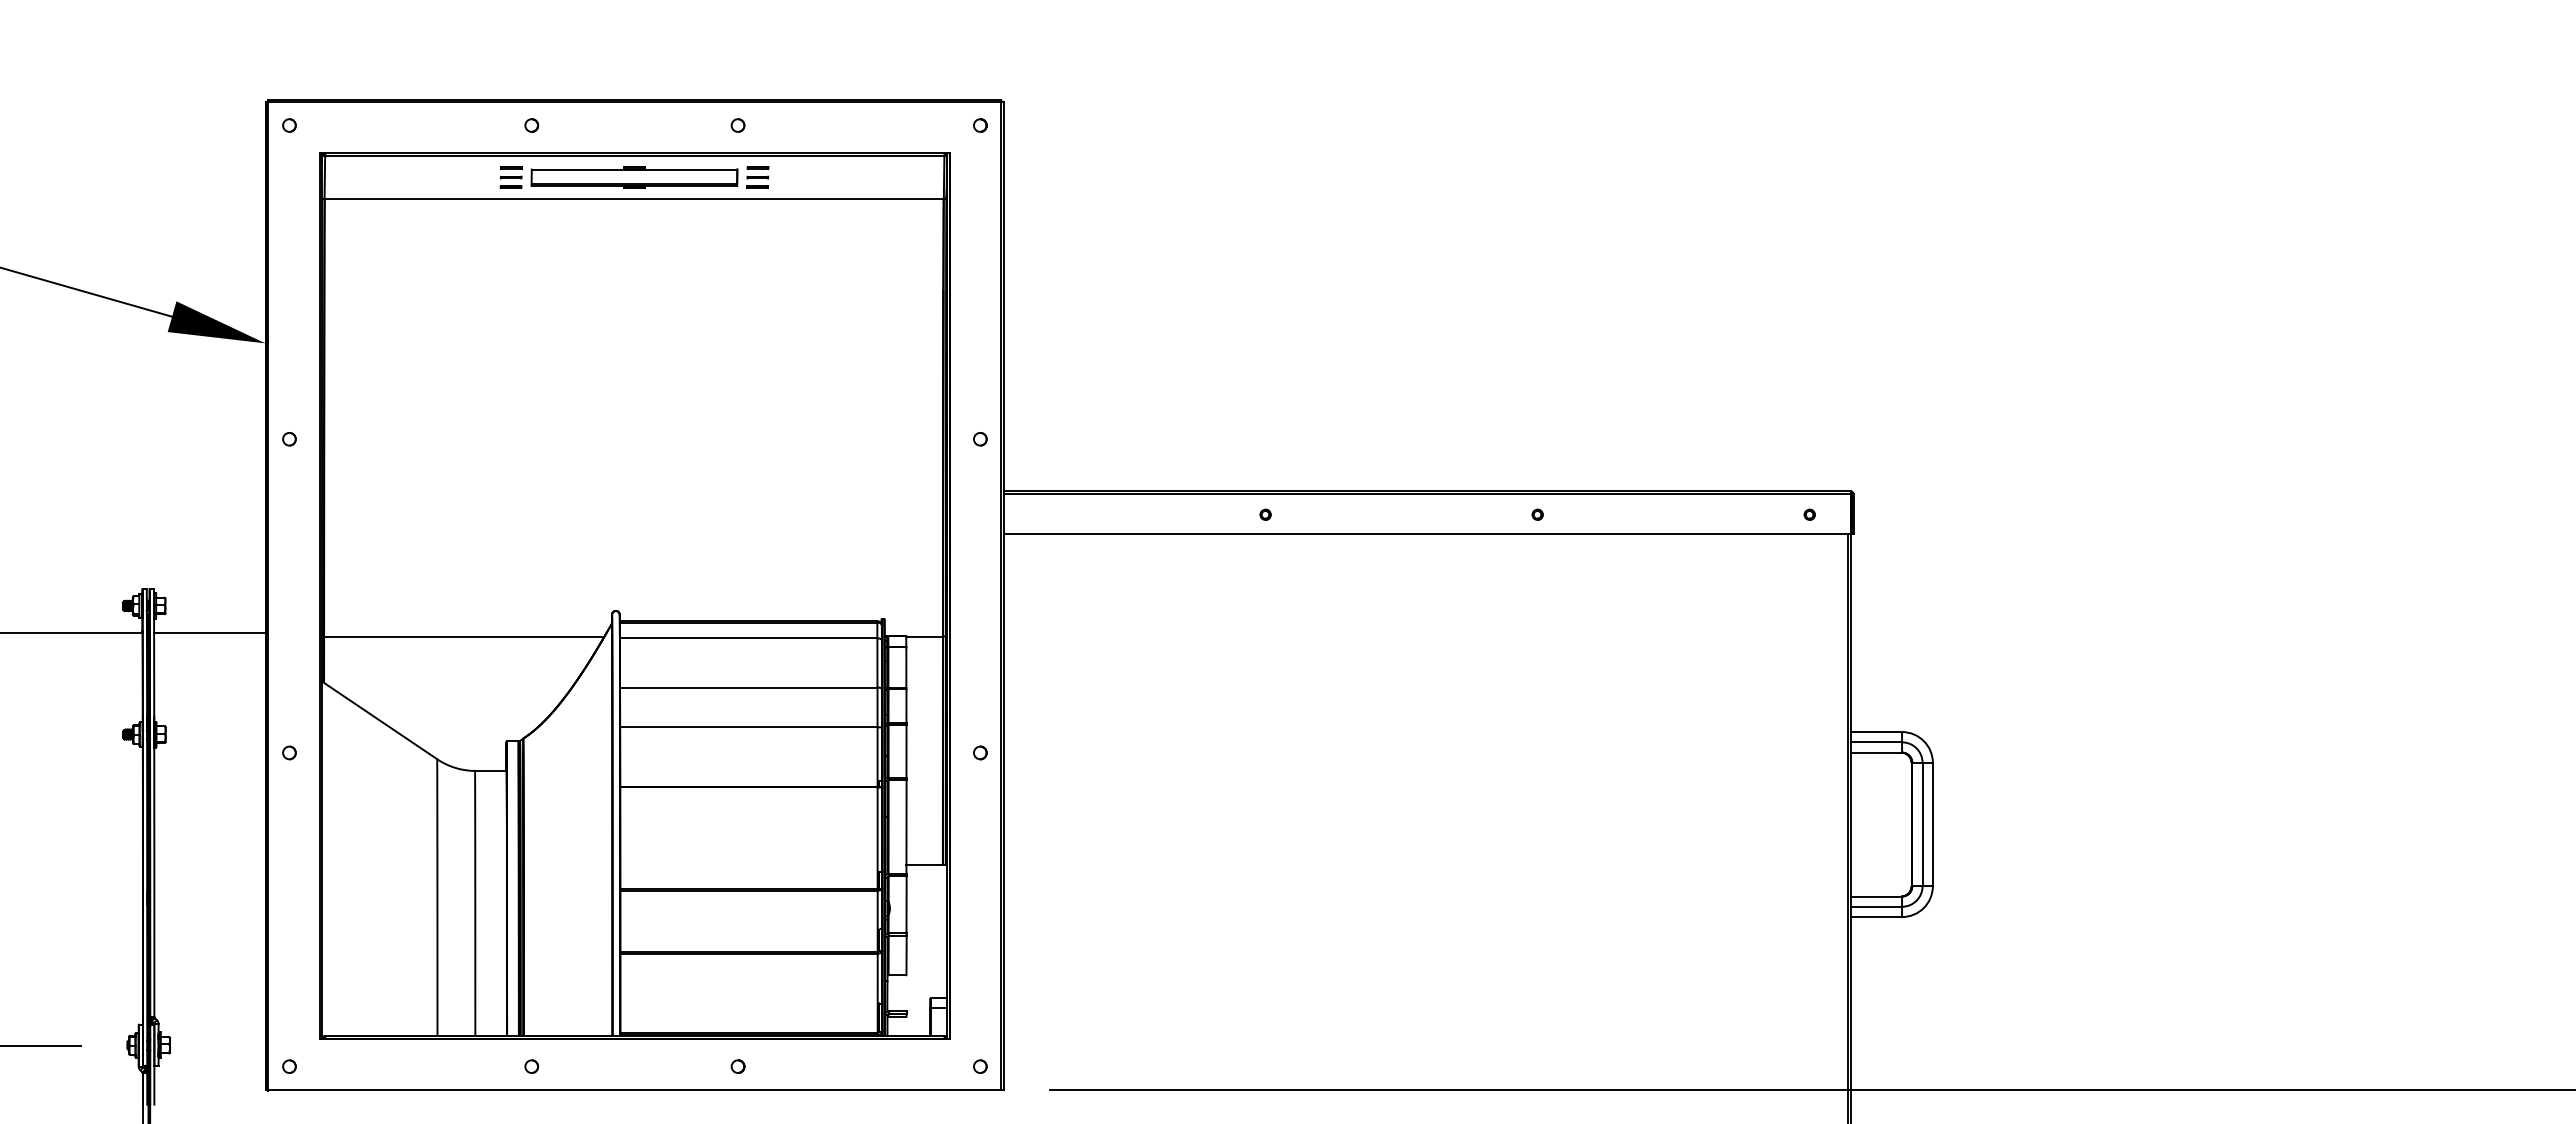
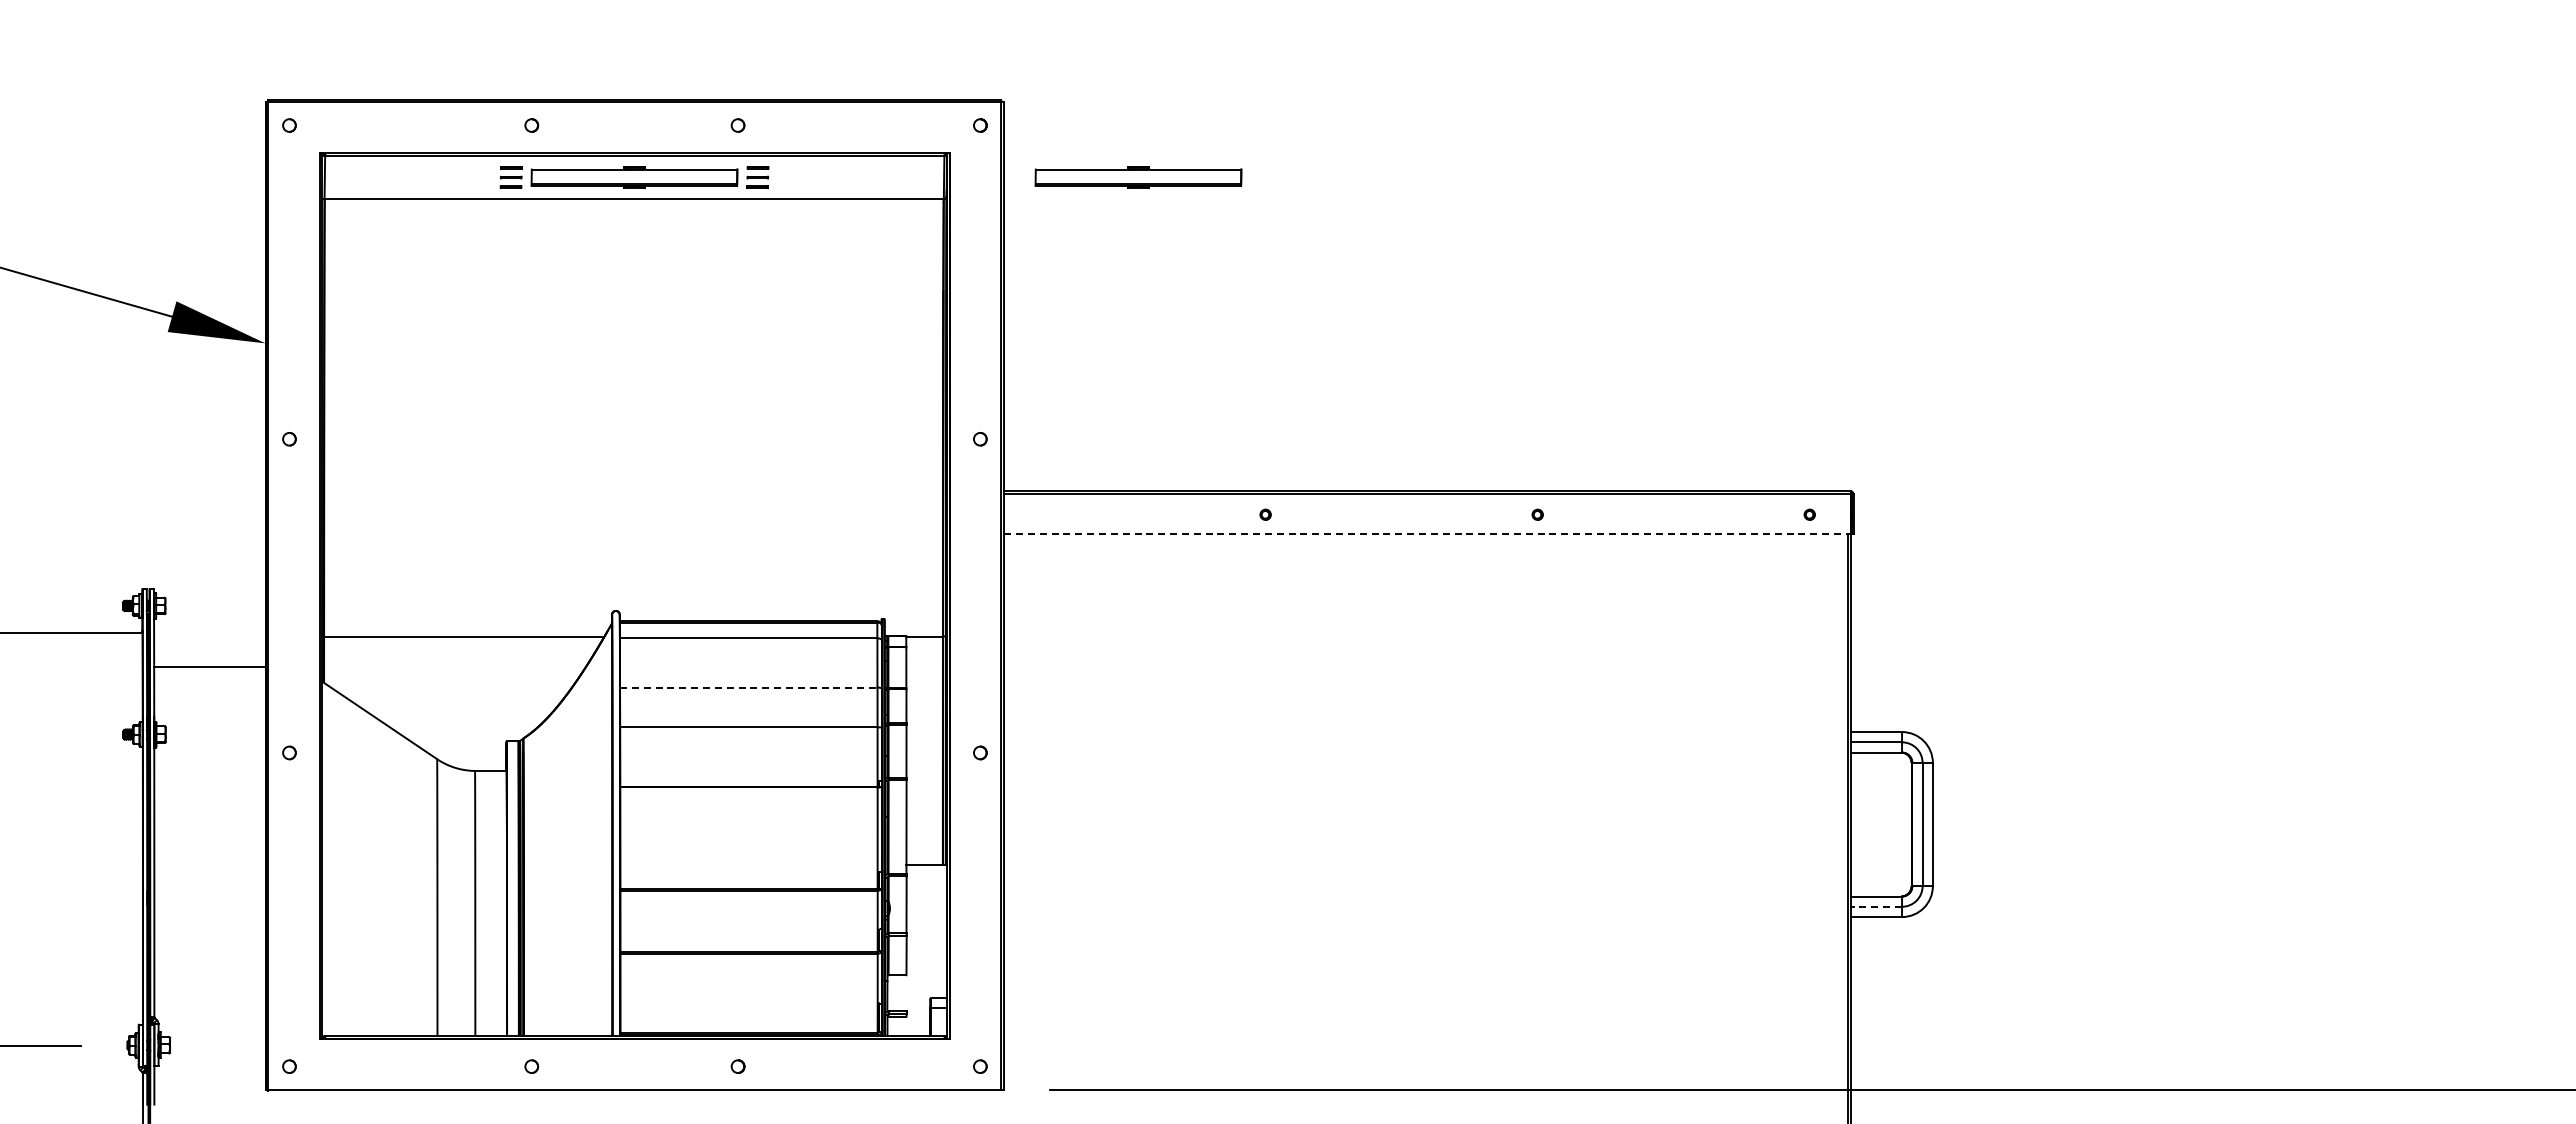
part at (1138, 177): none -> present
line at (1427, 534): solid -> dashed
line at (209, 632) position: (209, 632) -> (209, 666)
line at (748, 687): solid -> dashed
line at (1876, 906): solid -> dashed
